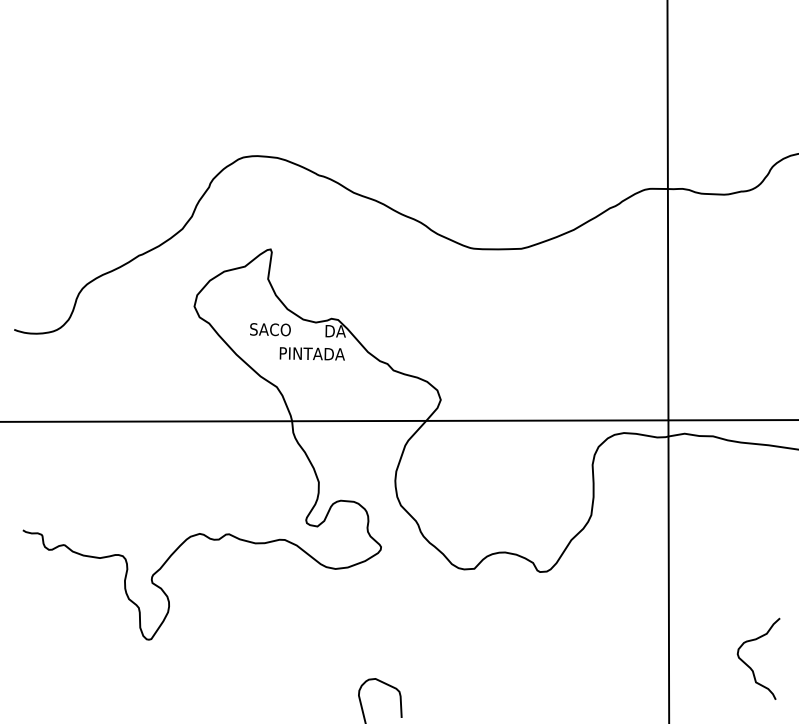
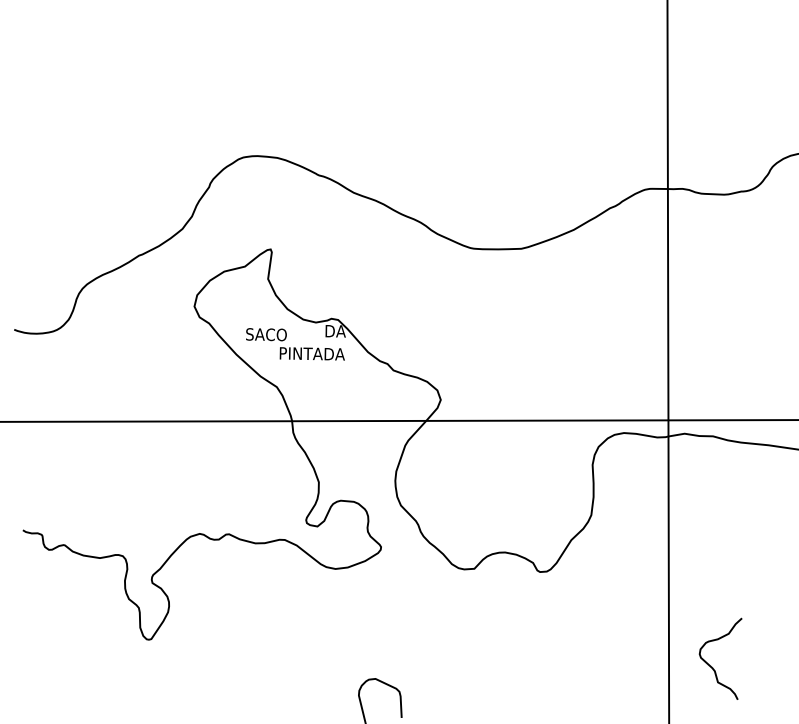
text at (270, 329) position: (270, 329) -> (266, 334)
curve at (750, 666) position: (750, 666) -> (712, 666)
